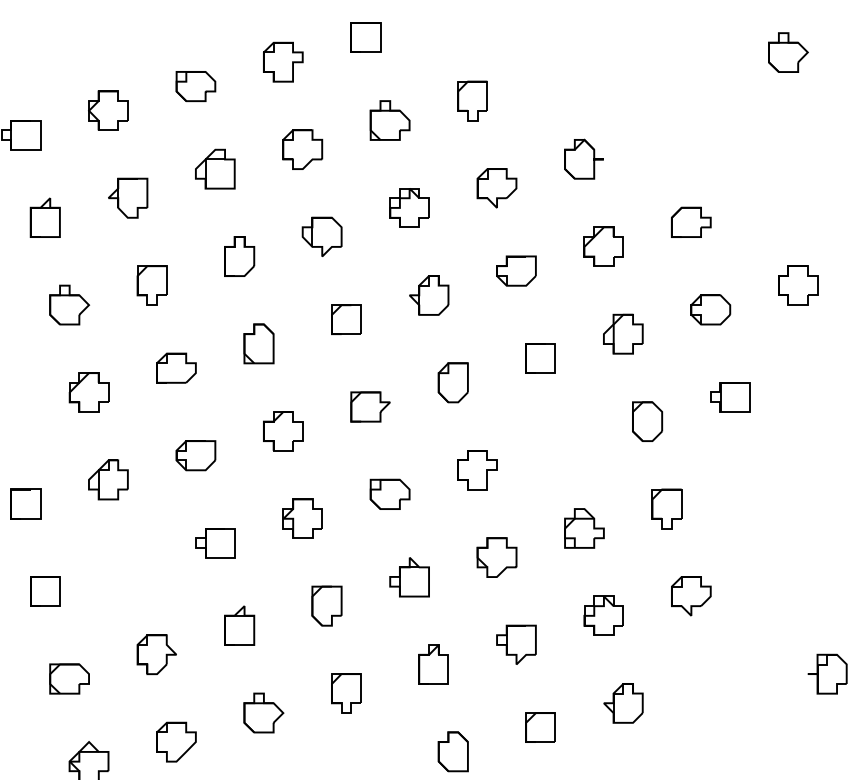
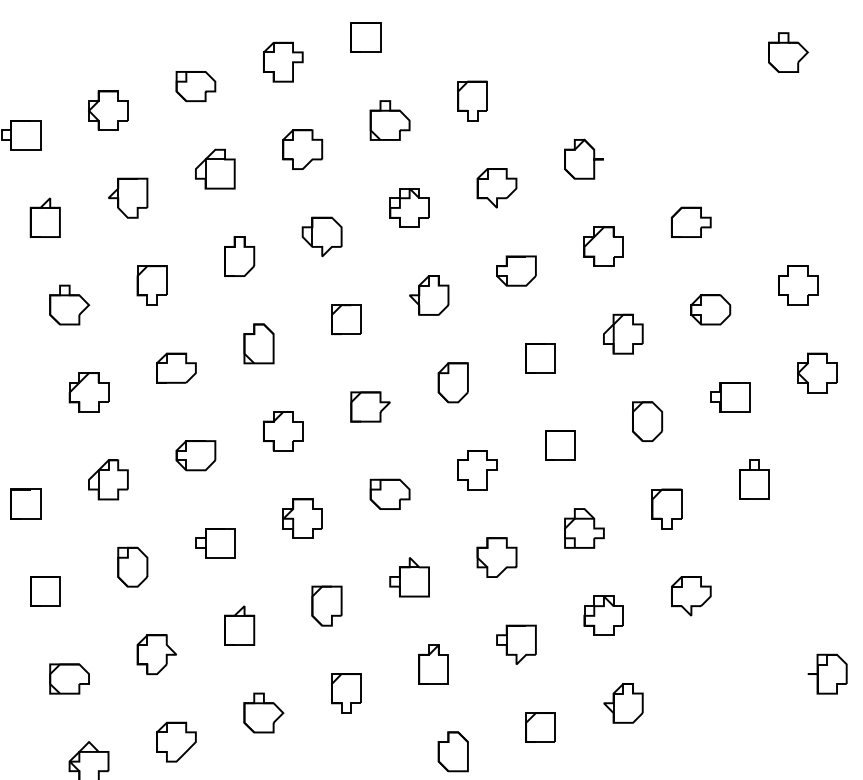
part at (817, 372): none -> present
part at (560, 445): none -> present
part at (754, 479): none -> present
part at (132, 566): none -> present
